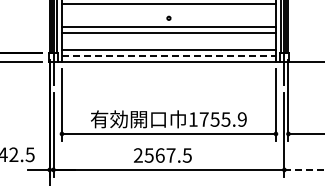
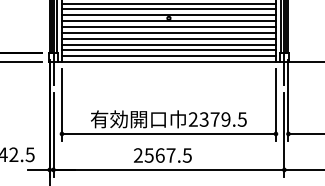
line at (168, 9): none -> present
line at (168, 15): none -> present
line at (168, 21): none -> present
line at (168, 38): none -> present
line at (168, 44): none -> present
line at (168, 56): dashed -> solid
text at (217, 119): 1755.9 -> 2379.5
line at (304, 169): dashed -> solid
